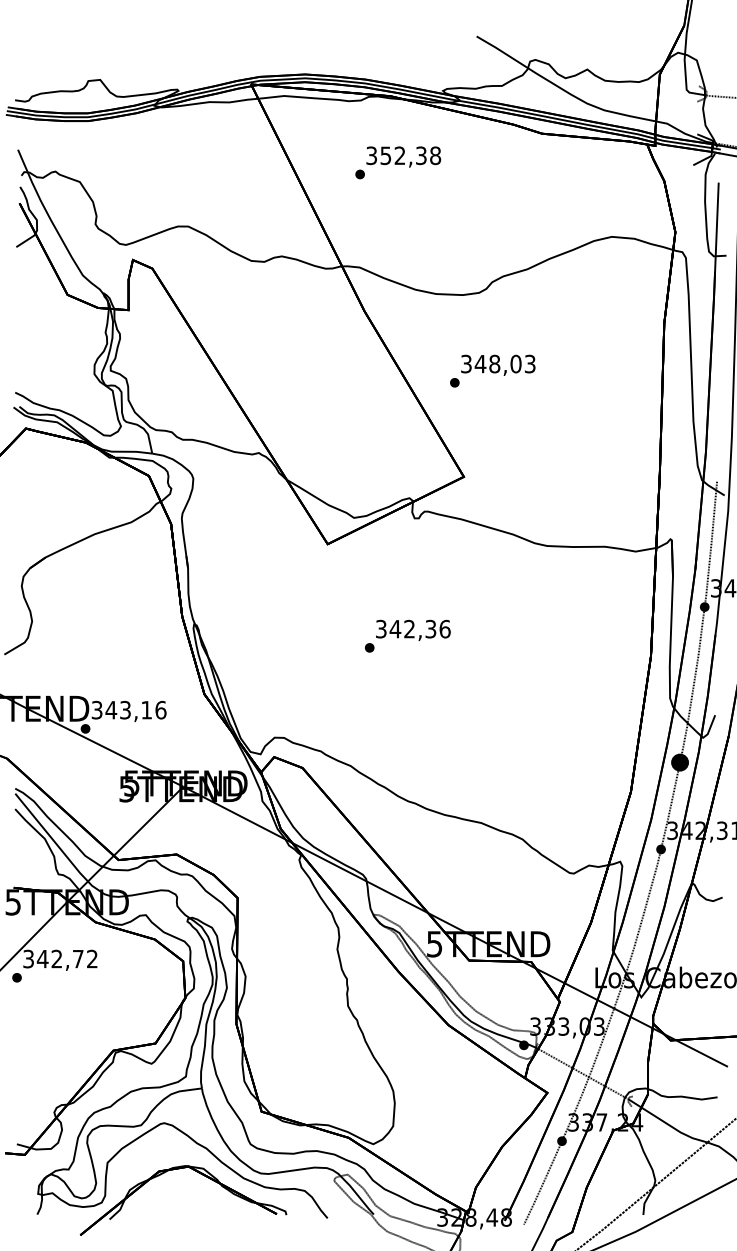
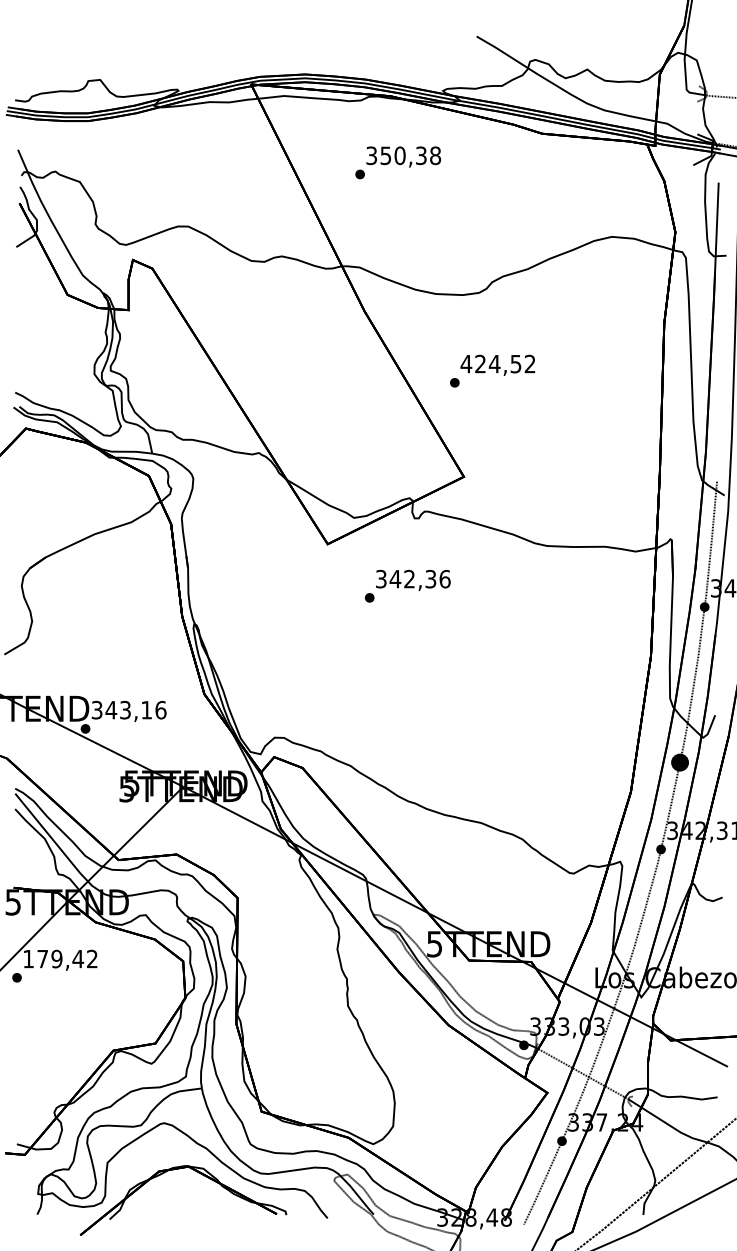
text at (399, 155): 352,38 -> 350,38
text at (497, 363): 348,03 -> 424,52
text at (407, 635) position: (407, 635) -> (407, 585)
text at (53, 958): 342,72 -> 179,42
